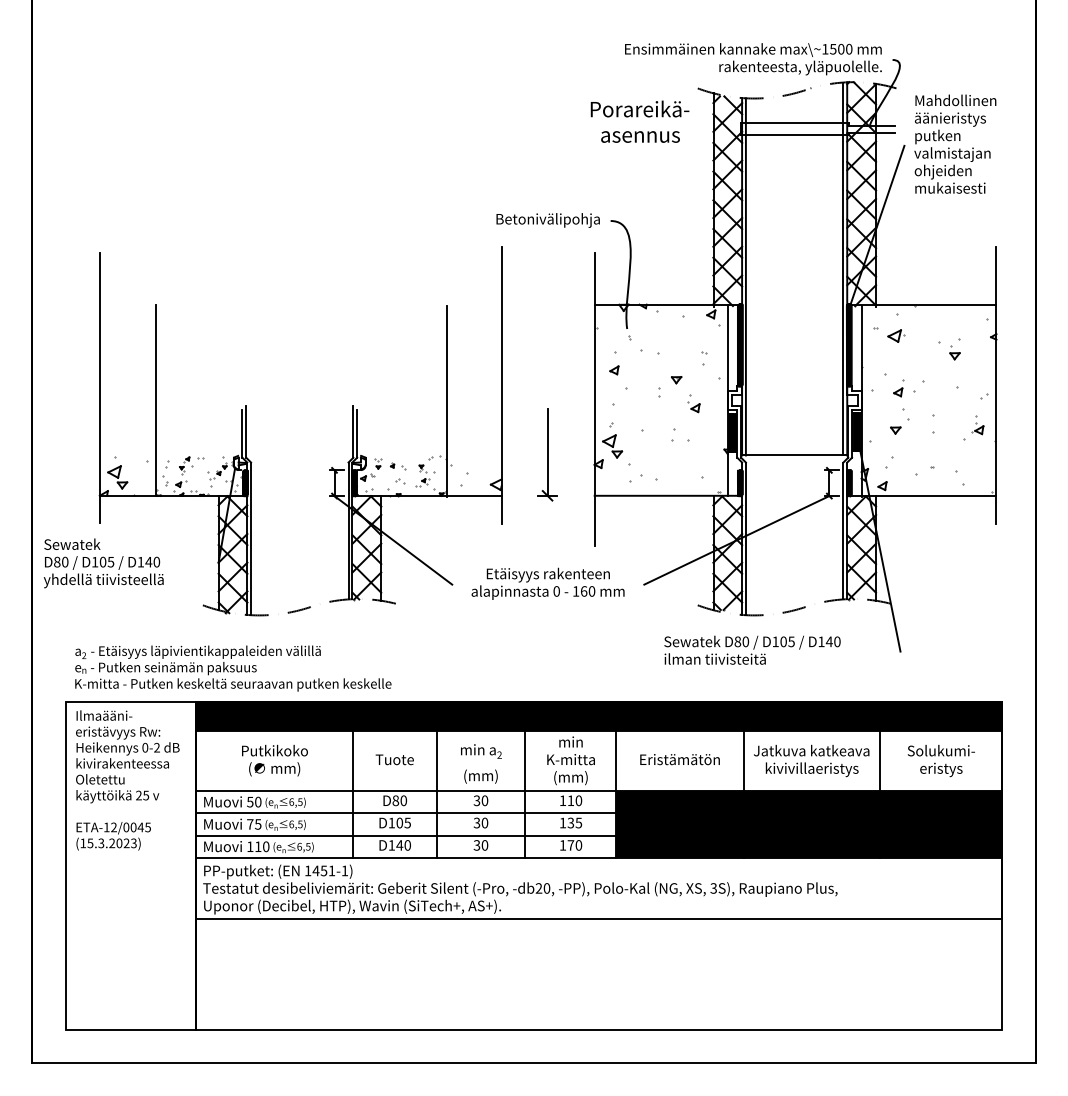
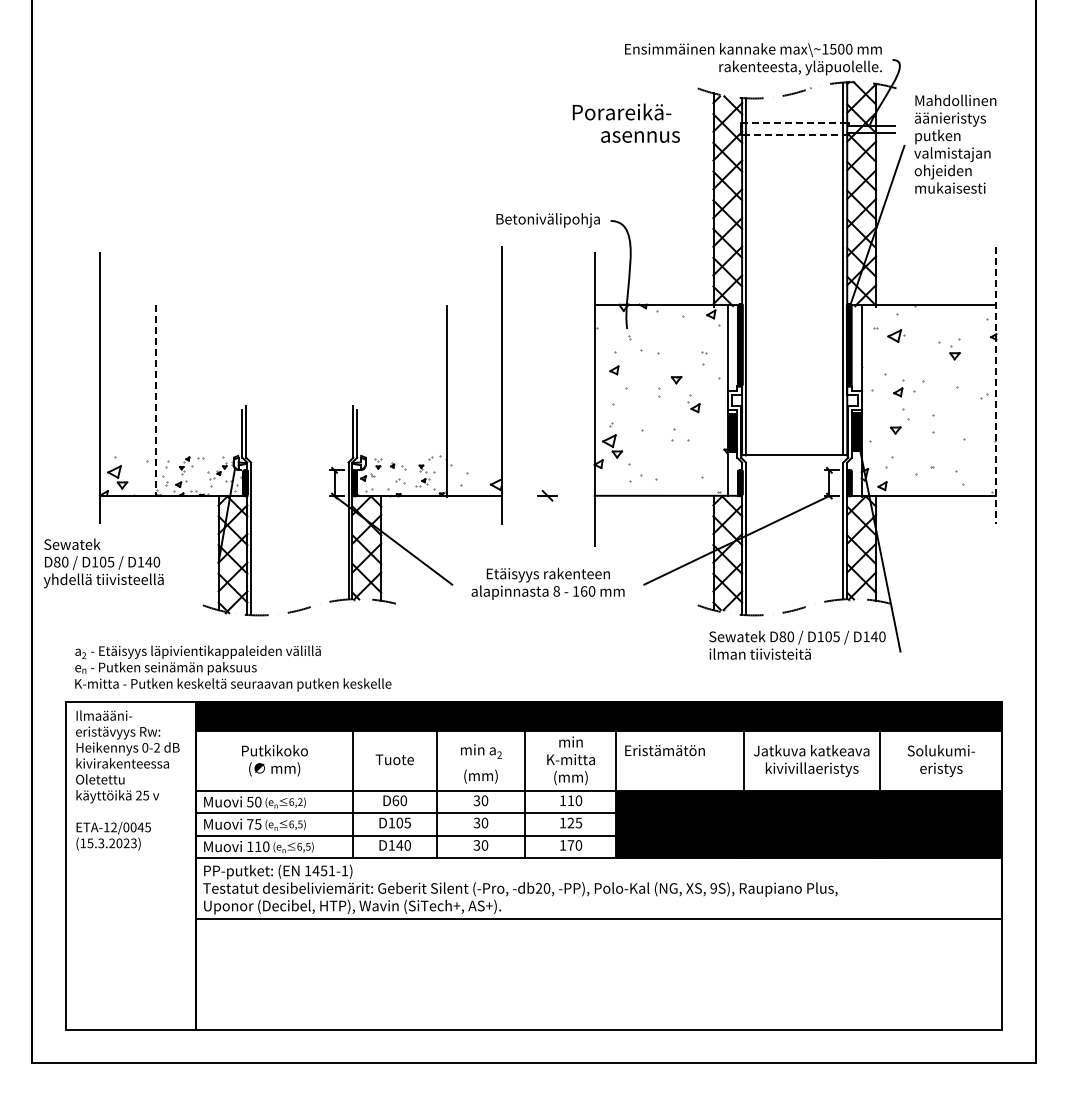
text at (639, 108) position: (639, 108) -> (621, 111)
line at (795, 123): solid -> dashed
line at (794, 135): solid -> dashed
line at (996, 386): solid -> dashed
line at (155, 400): solid -> dashed
part at (977, 425): present -> none
line at (547, 452): present -> none
text at (556, 591): 0 -> 8
text at (752, 649) position: (752, 649) -> (797, 644)
text at (679, 759) position: (679, 759) -> (664, 750)
text at (395, 800): D80 -> D60
text at (300, 801): 6,5) -> 6,2)
text at (570, 823): 135 -> 125
text at (713, 888): 3S), -> 9S),
